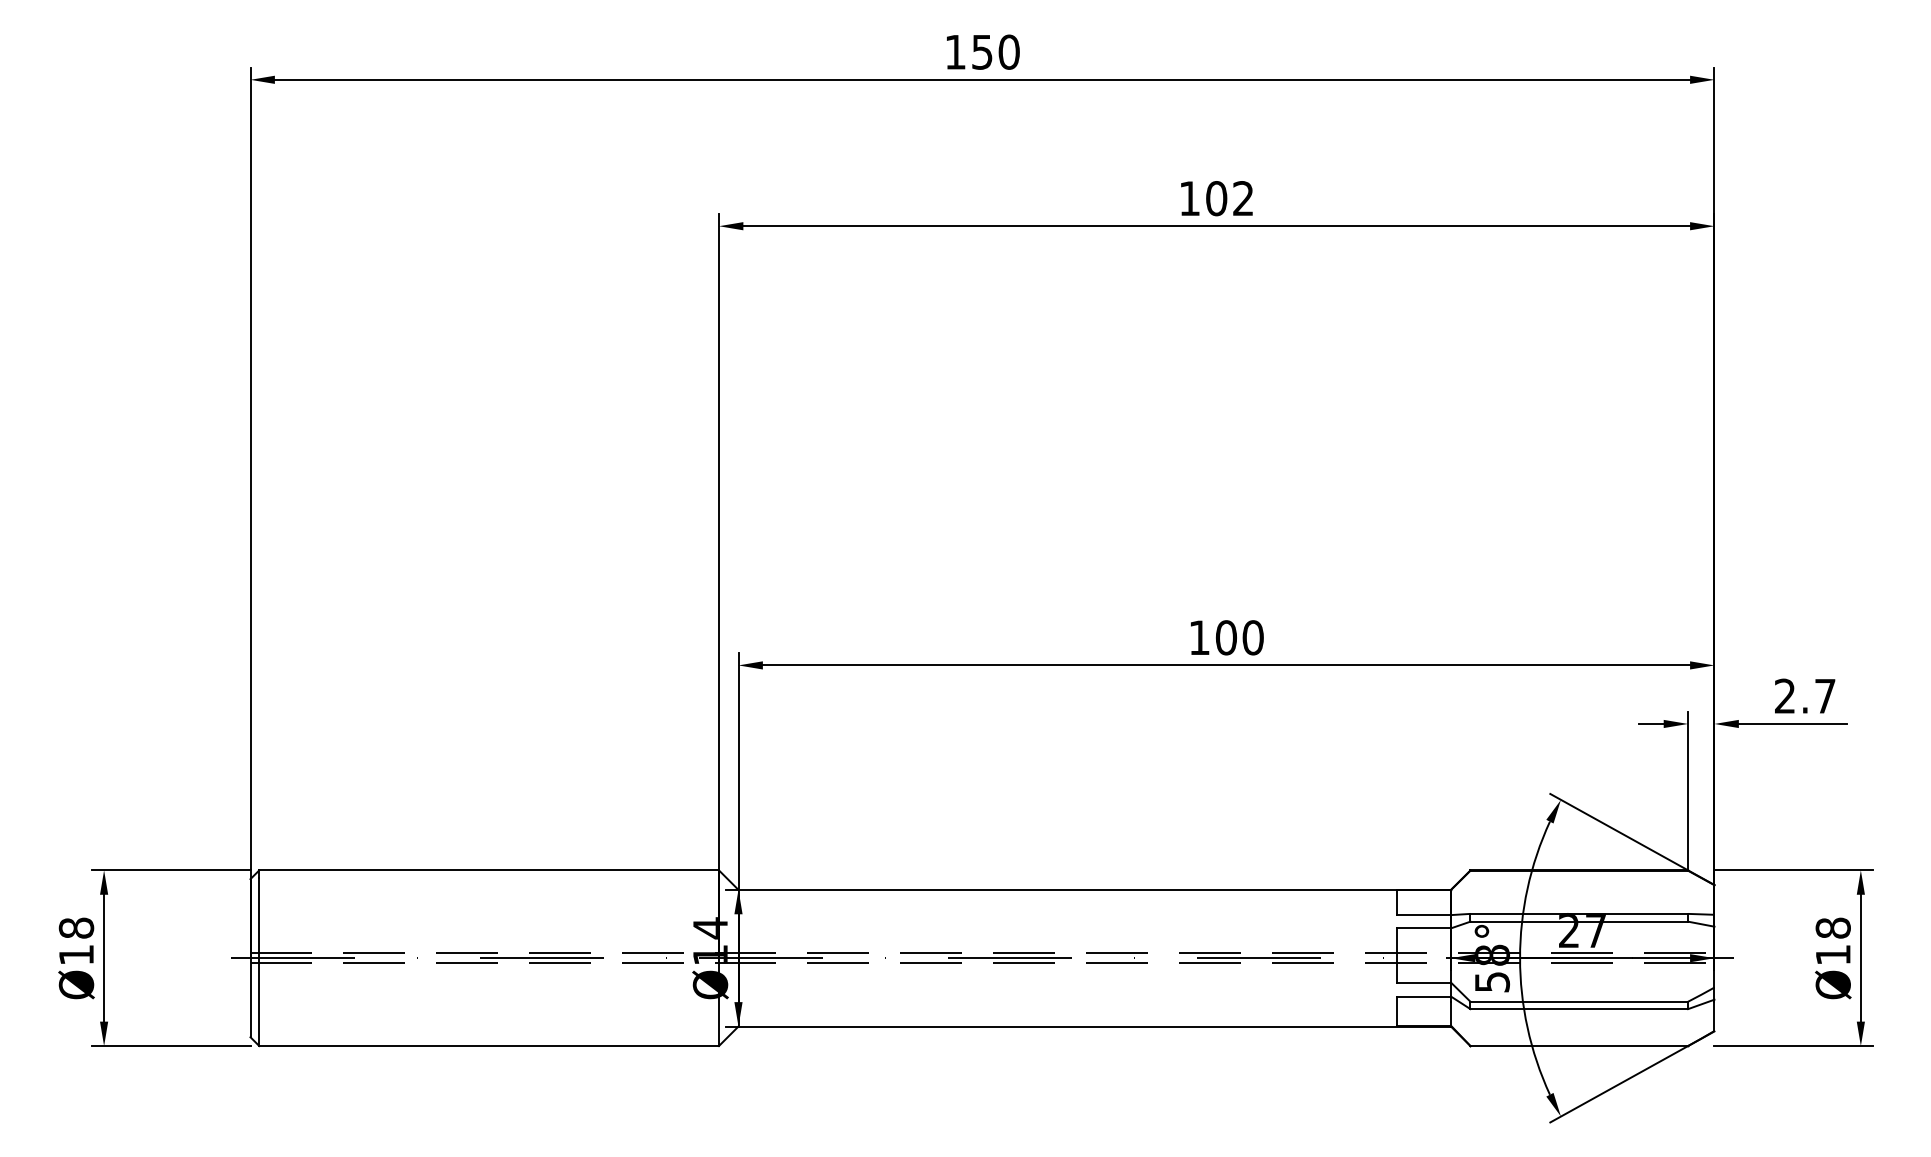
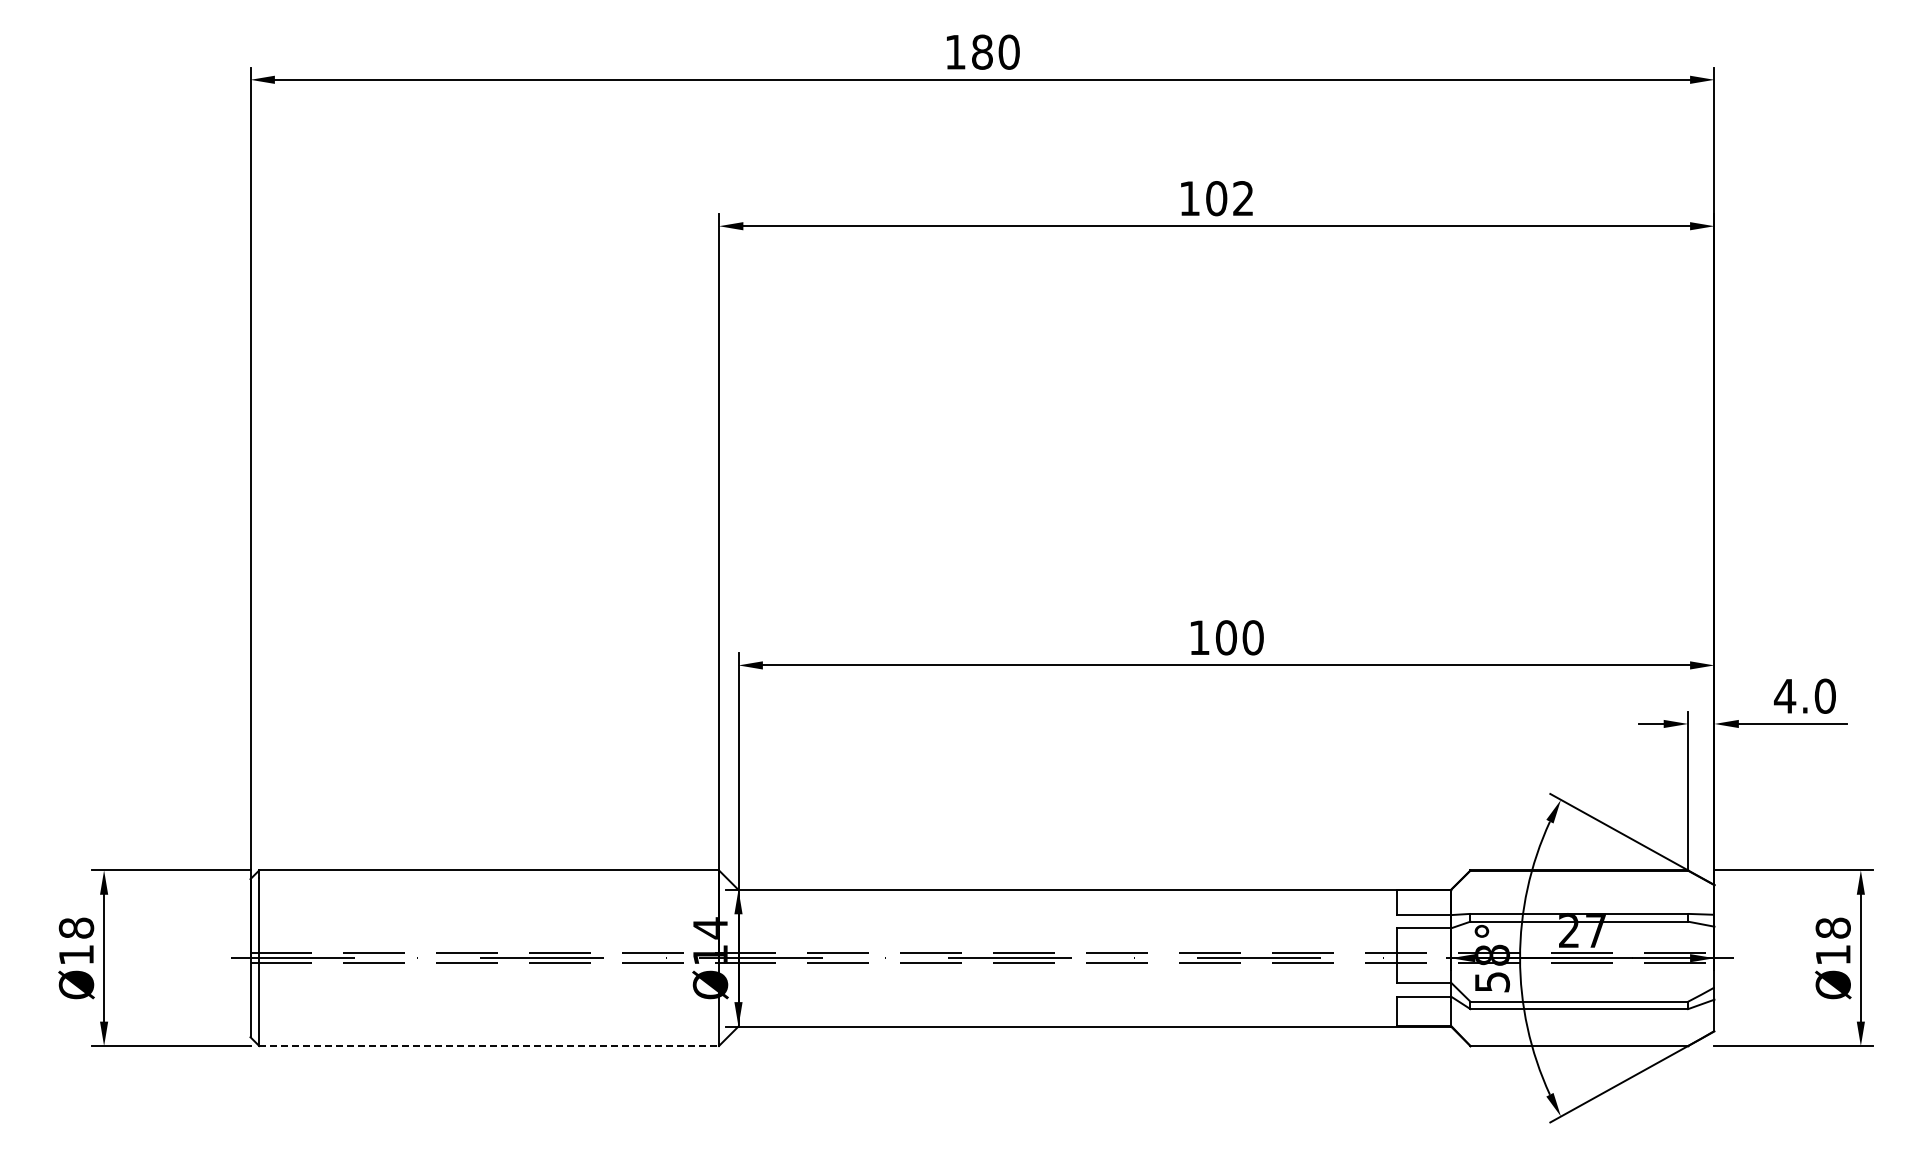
text at (982, 51): 150 -> 180
text at (1804, 695): 2.7 -> 4.0
line at (489, 1046): solid -> dashed
